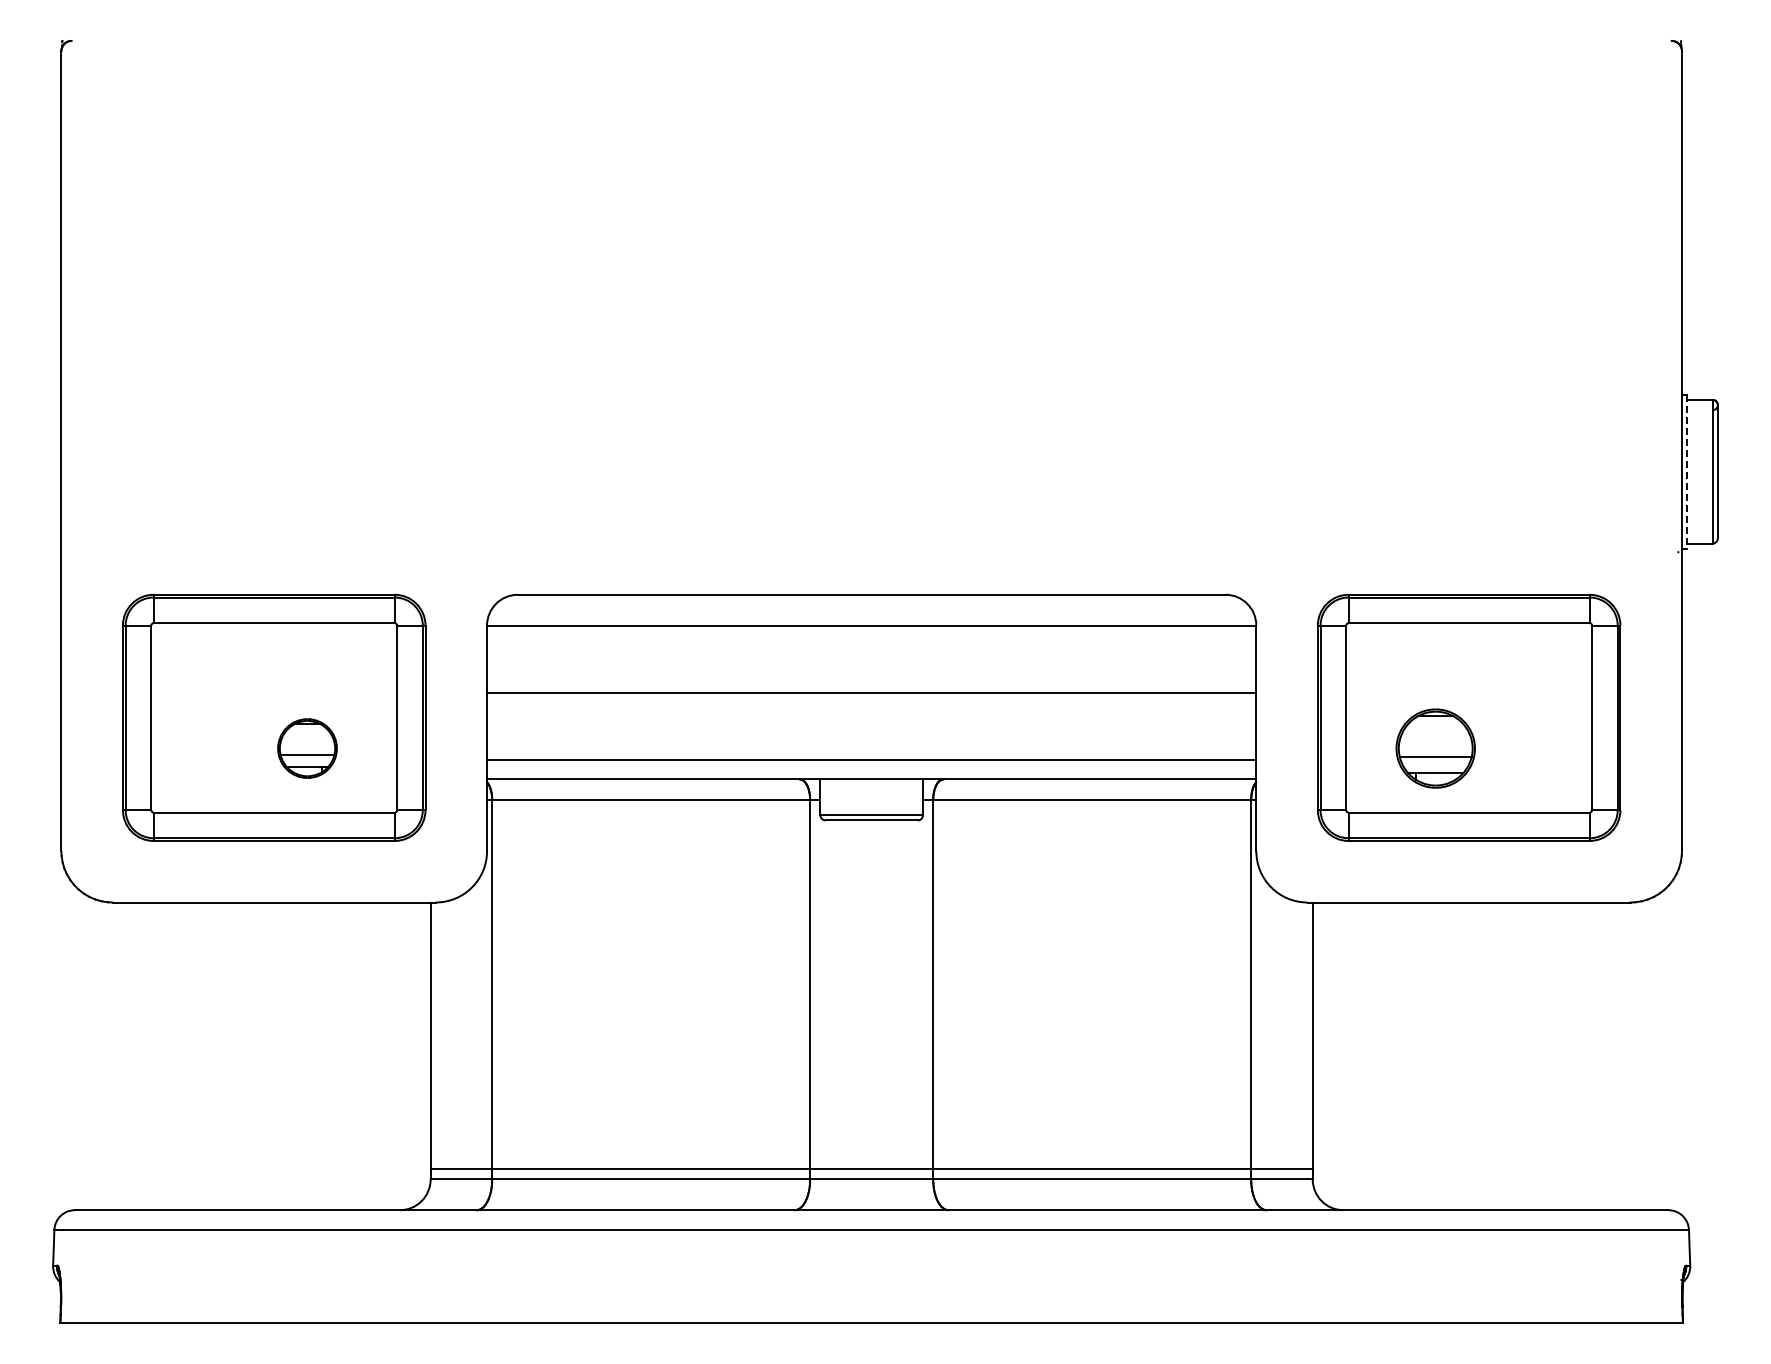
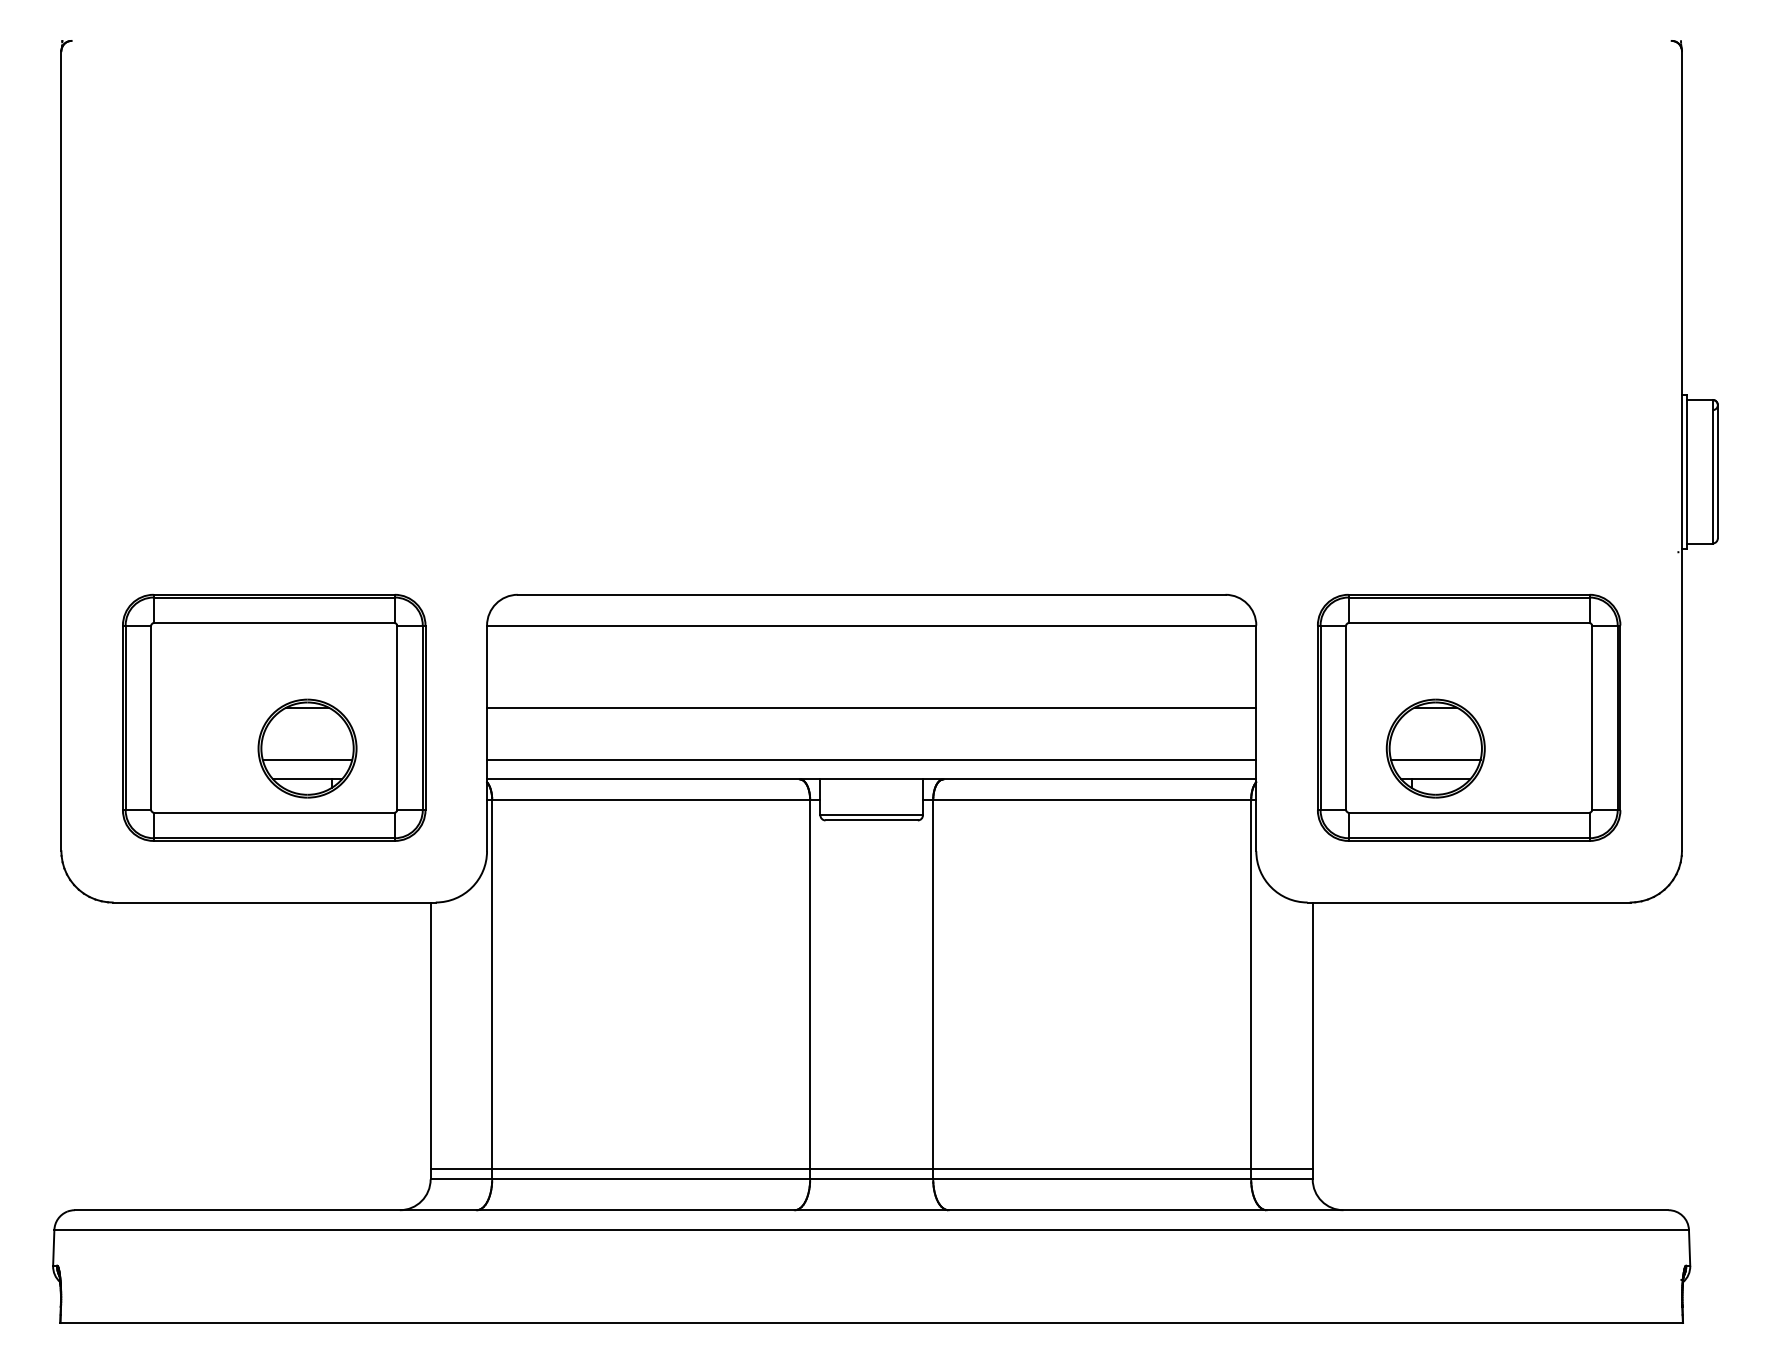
line at (1687, 471): dashed -> solid
line at (871, 692) position: (871, 692) -> (871, 707)
part at (307, 748) size: 61x61 px -> 101x101 px
part at (1435, 748) size: 81x81 px -> 101x101 px
